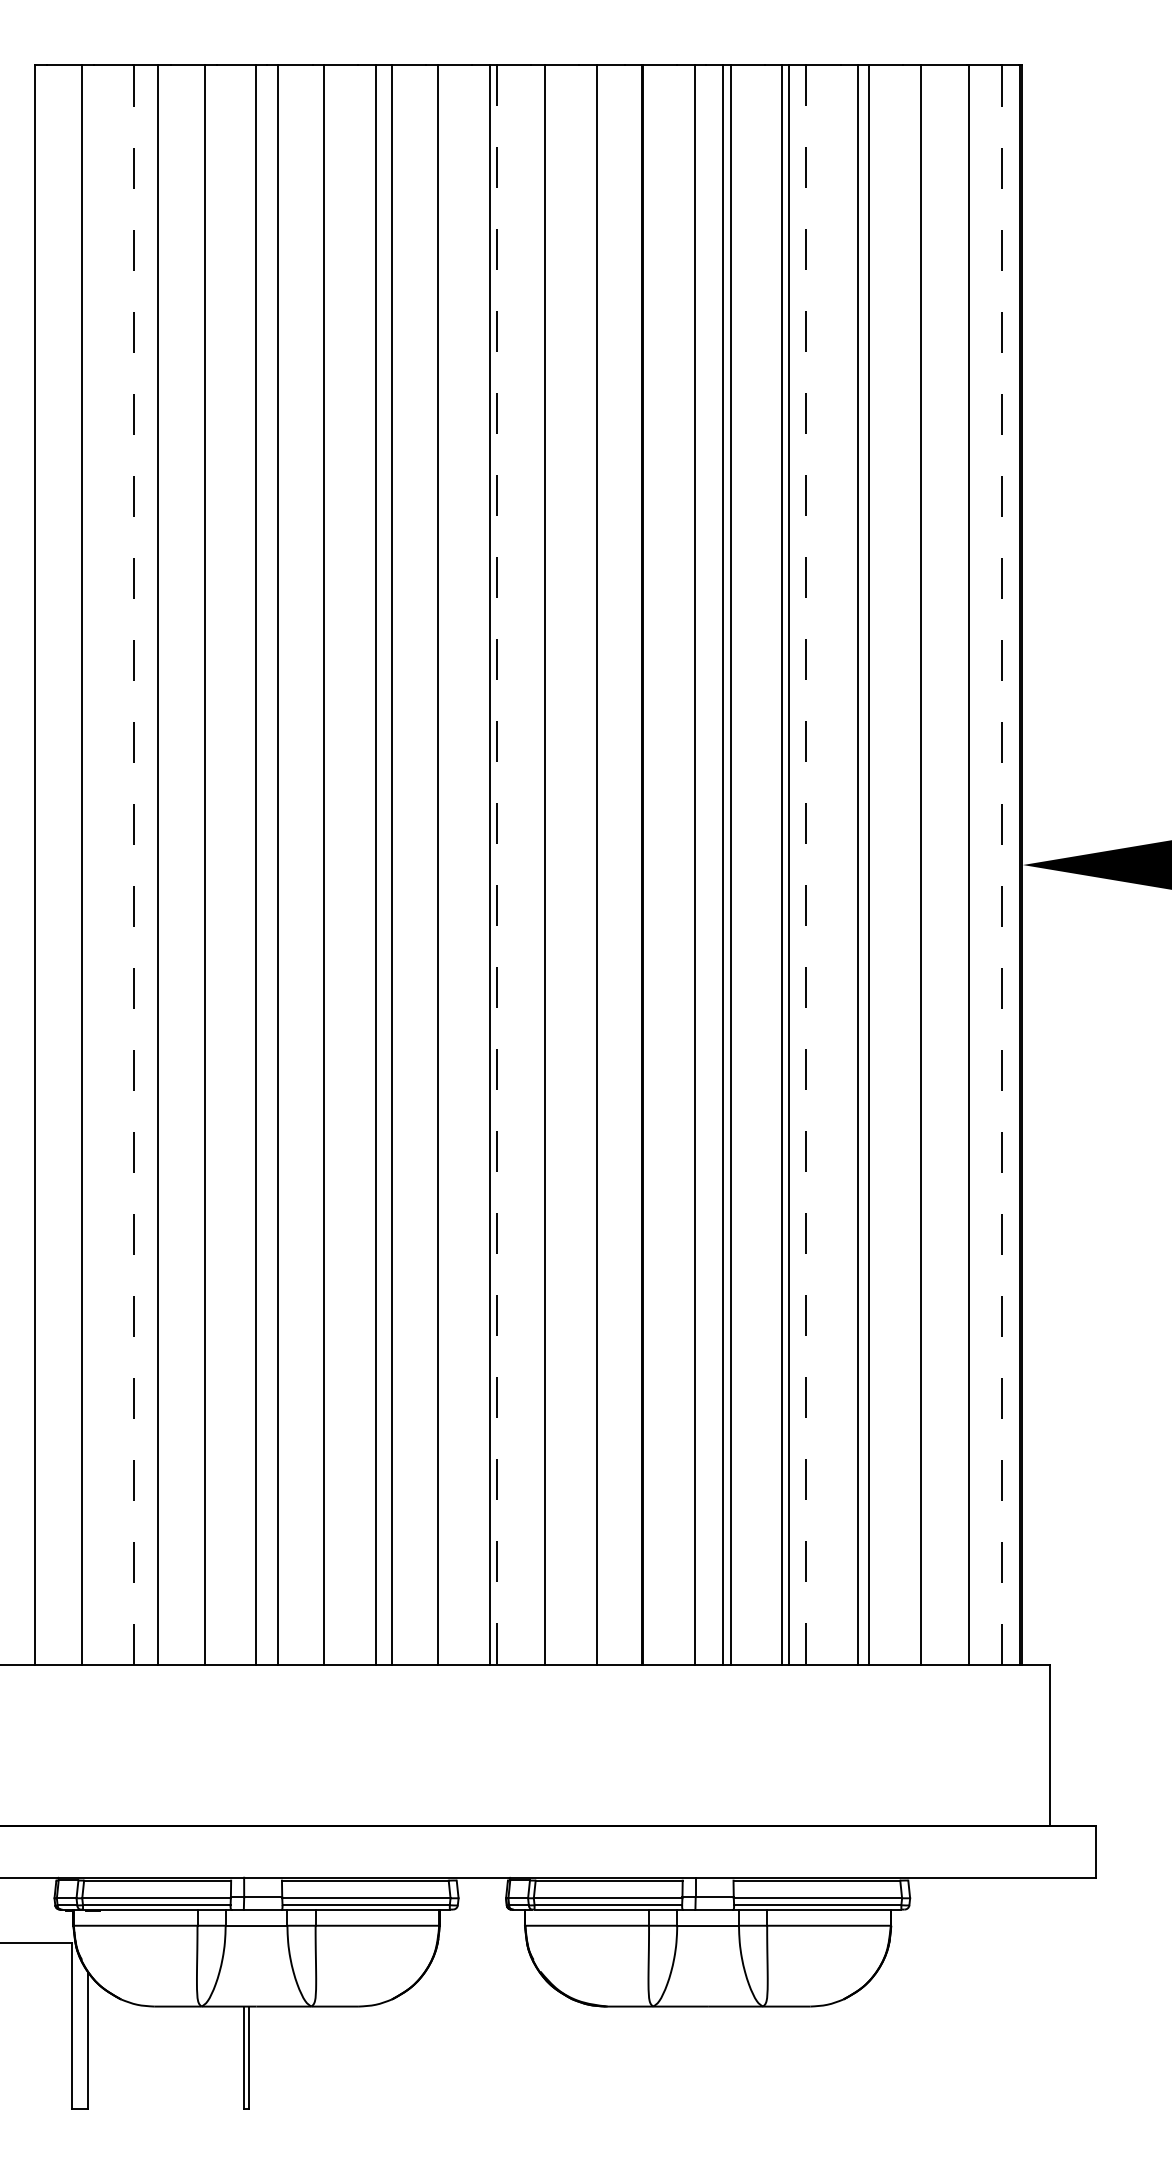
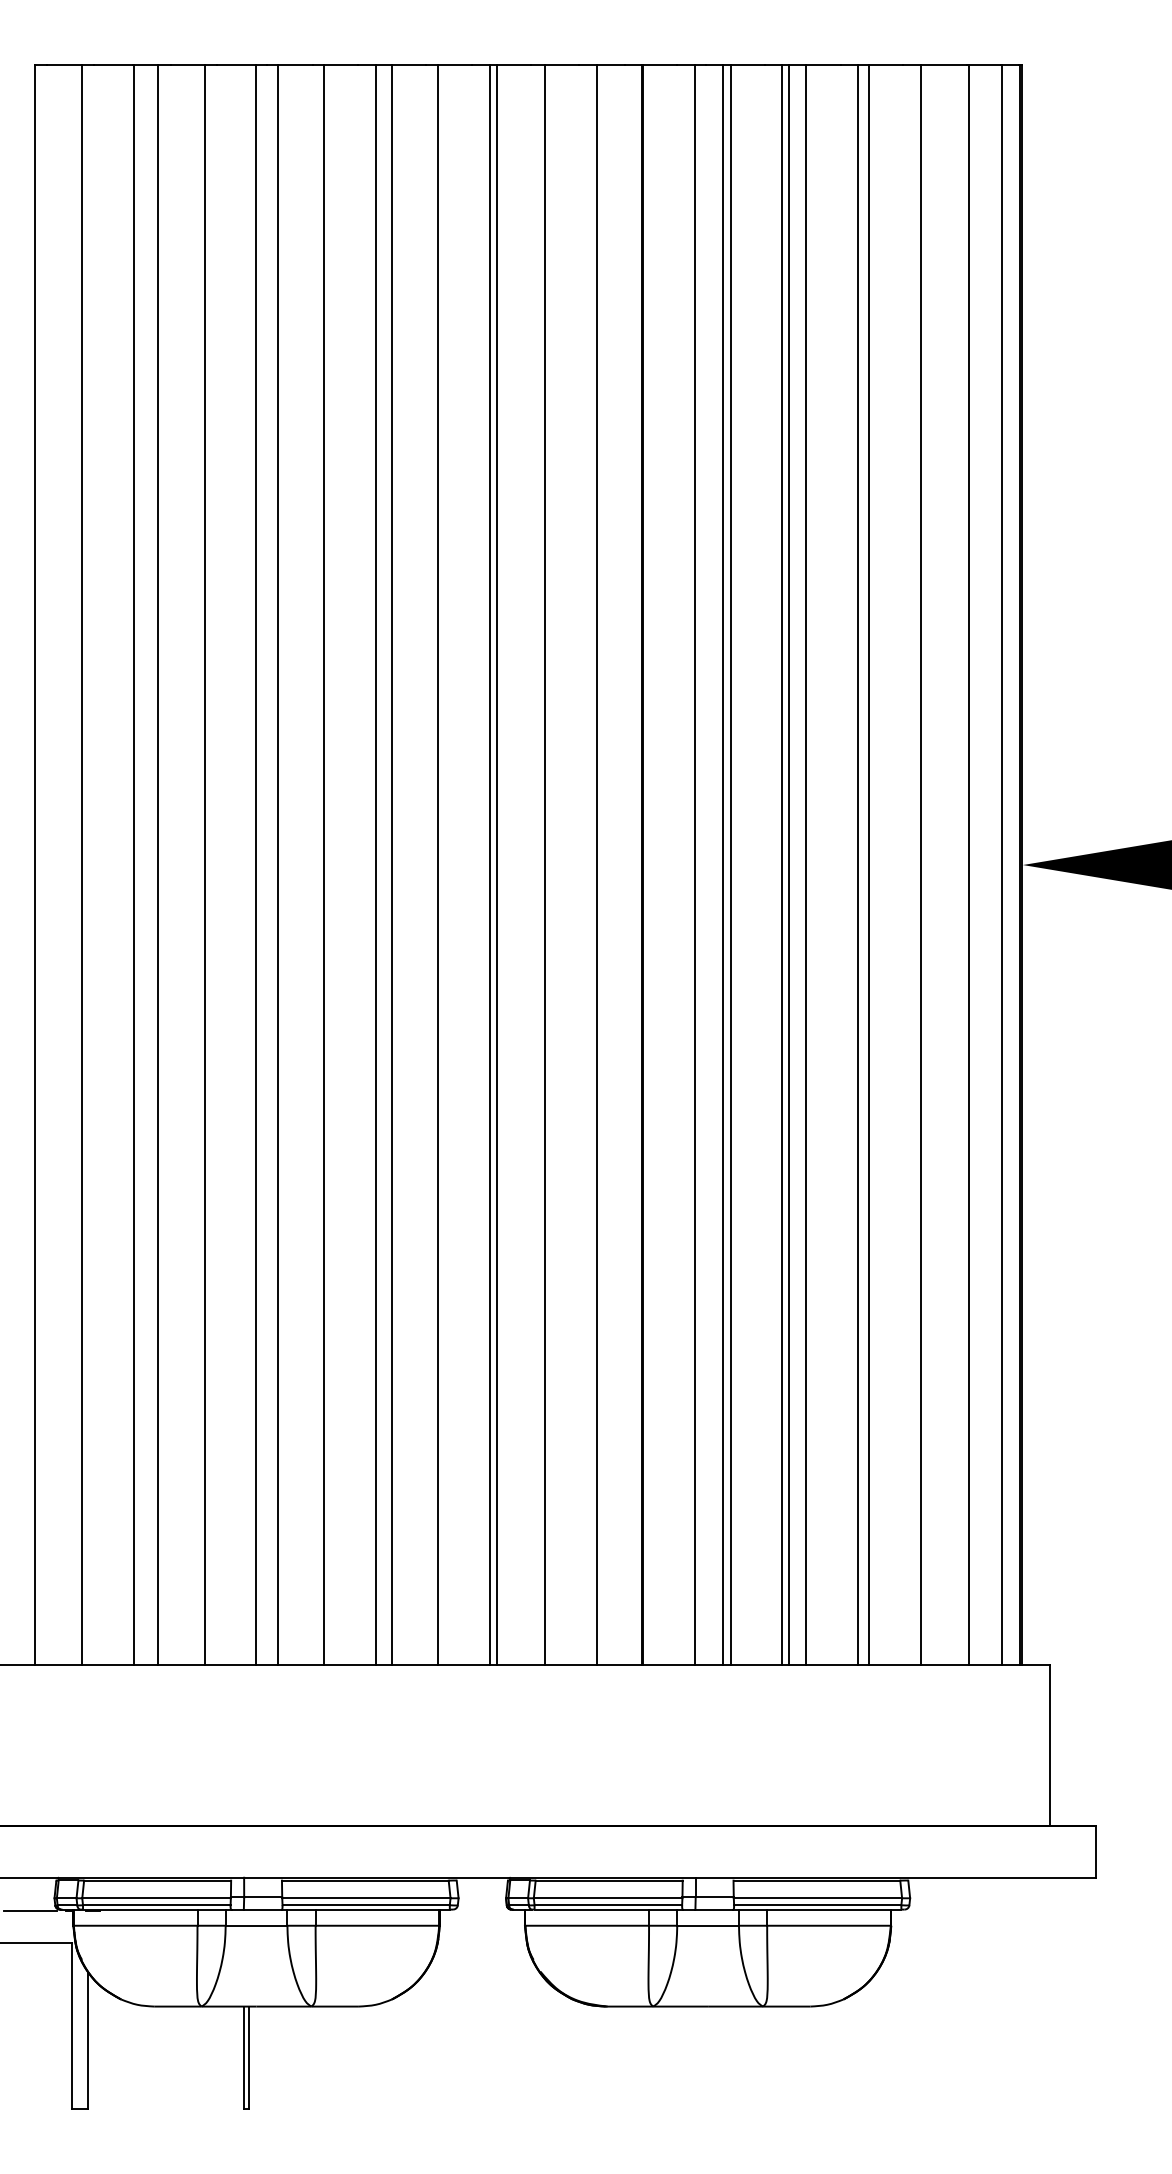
line at (133, 865): dashed -> solid
line at (496, 865): dashed -> solid
line at (806, 865): dashed -> solid
line at (1002, 865): dashed -> solid
line at (30, 1910): none -> present
